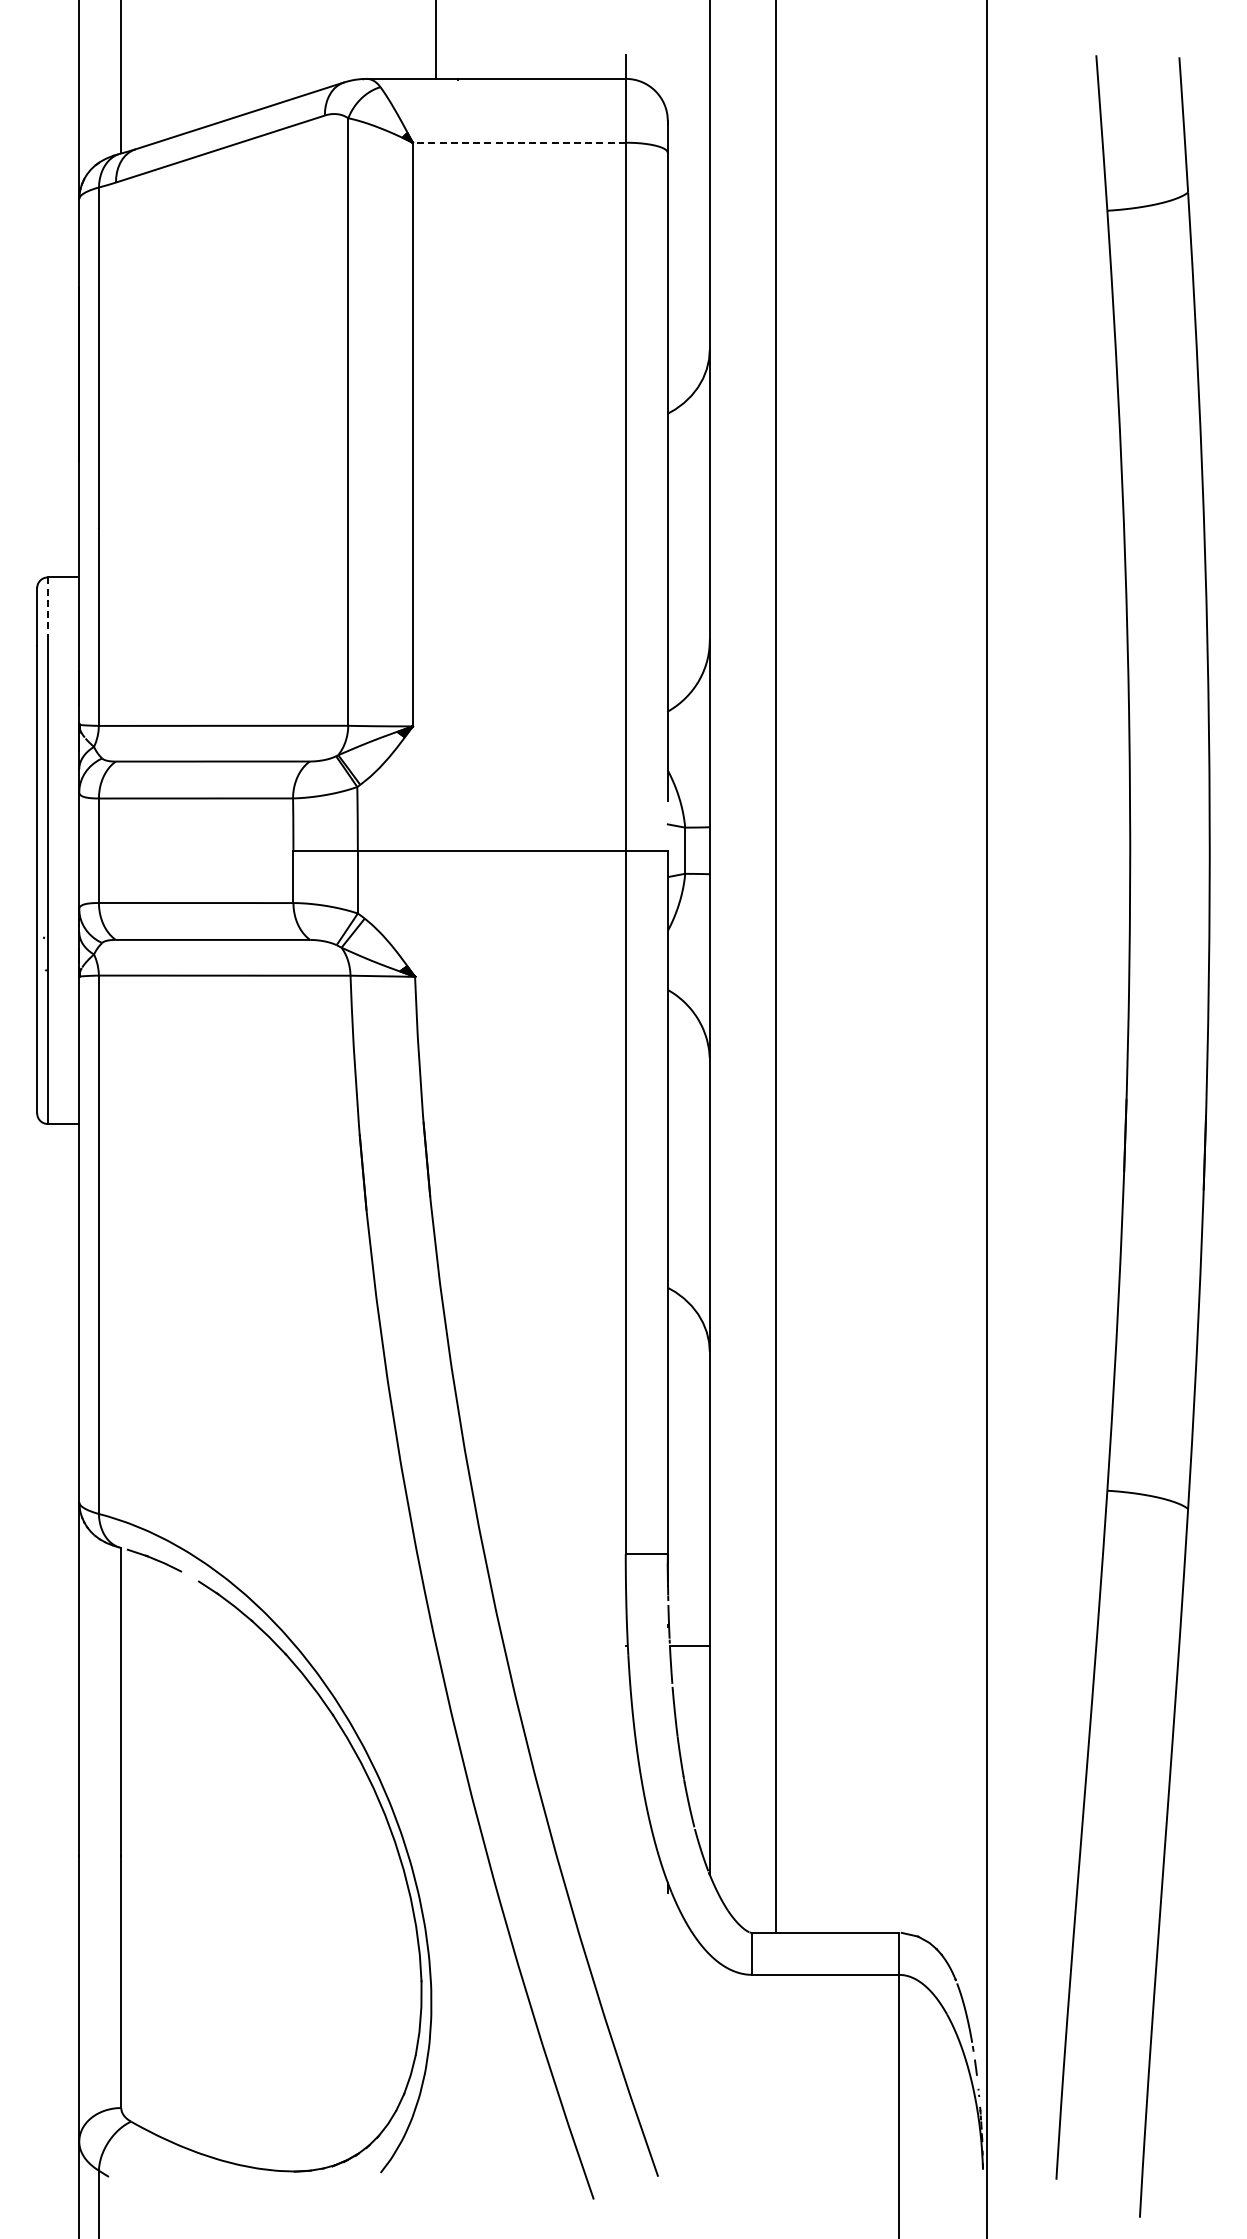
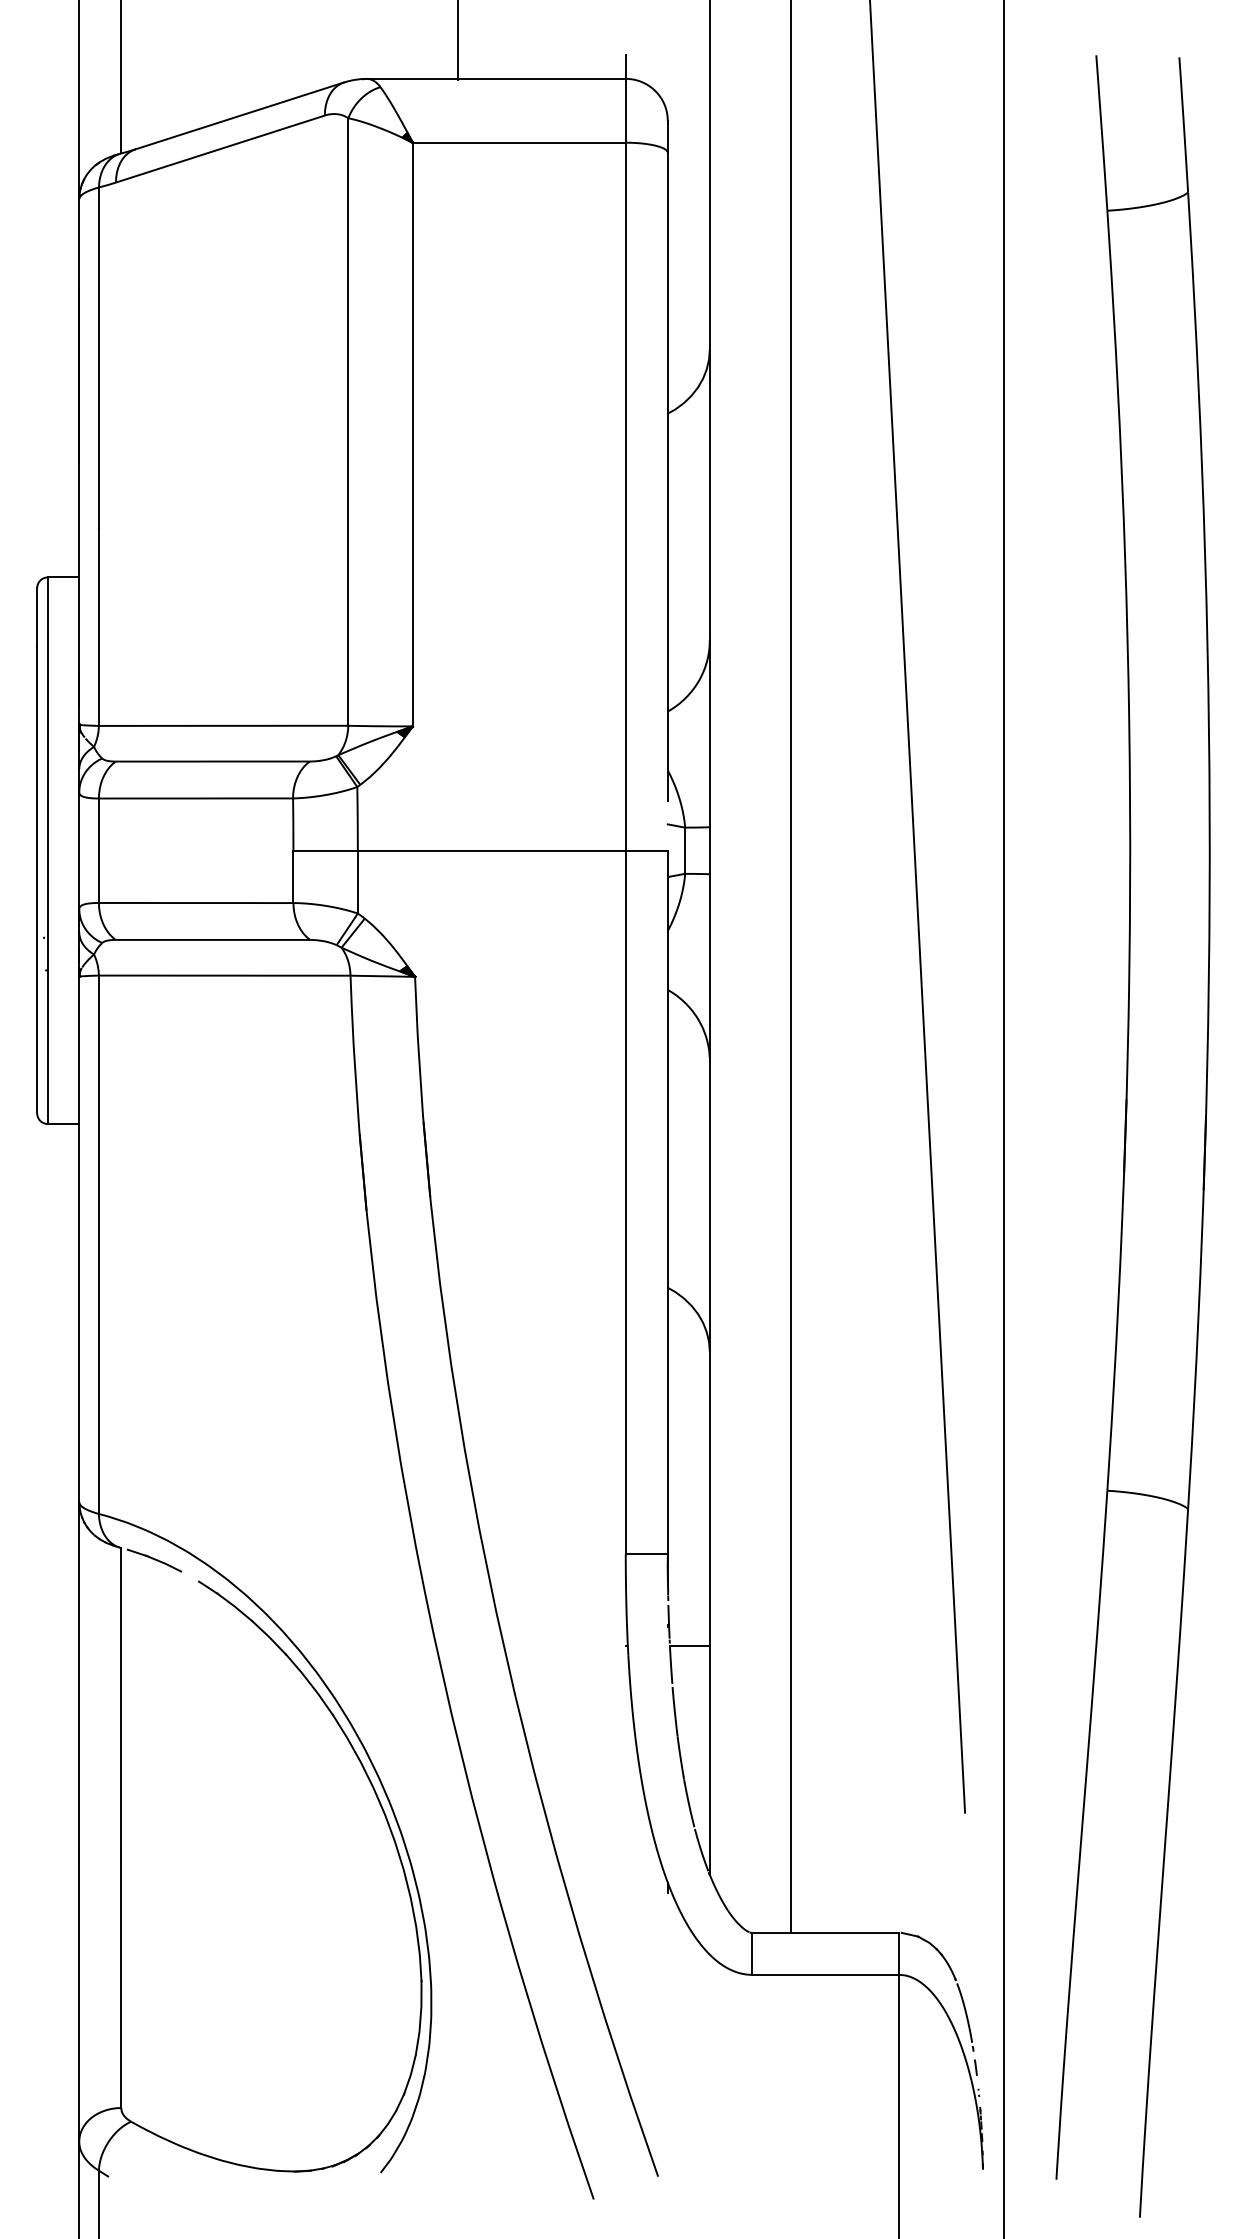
line at (435, 40) position: (435, 40) -> (457, 40)
line at (519, 142): dashed -> solid
line at (47, 608): dashed -> solid
line at (917, 907): none -> present
line at (775, 967) position: (775, 967) -> (790, 967)
line at (987, 1118) position: (987, 1118) -> (1004, 1118)
